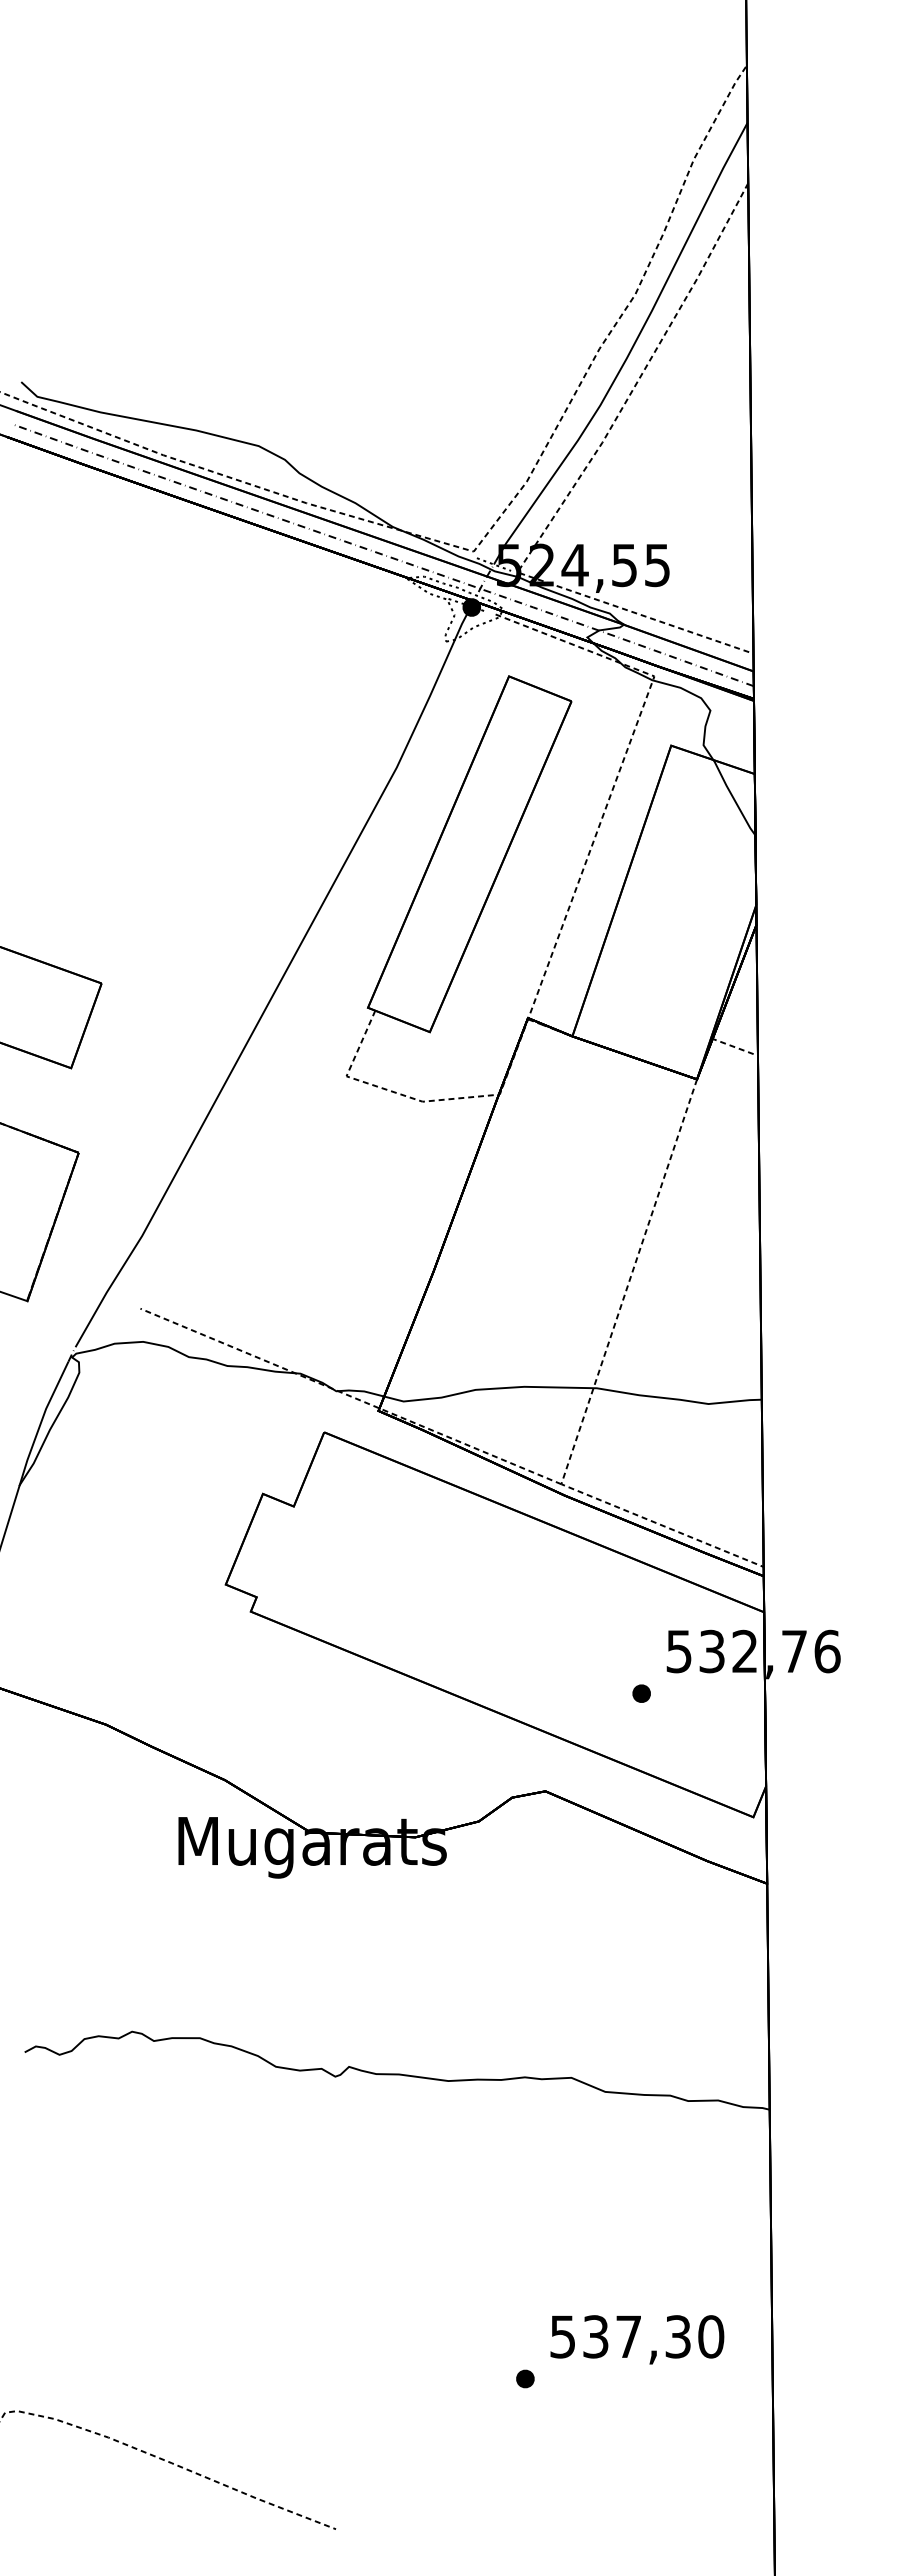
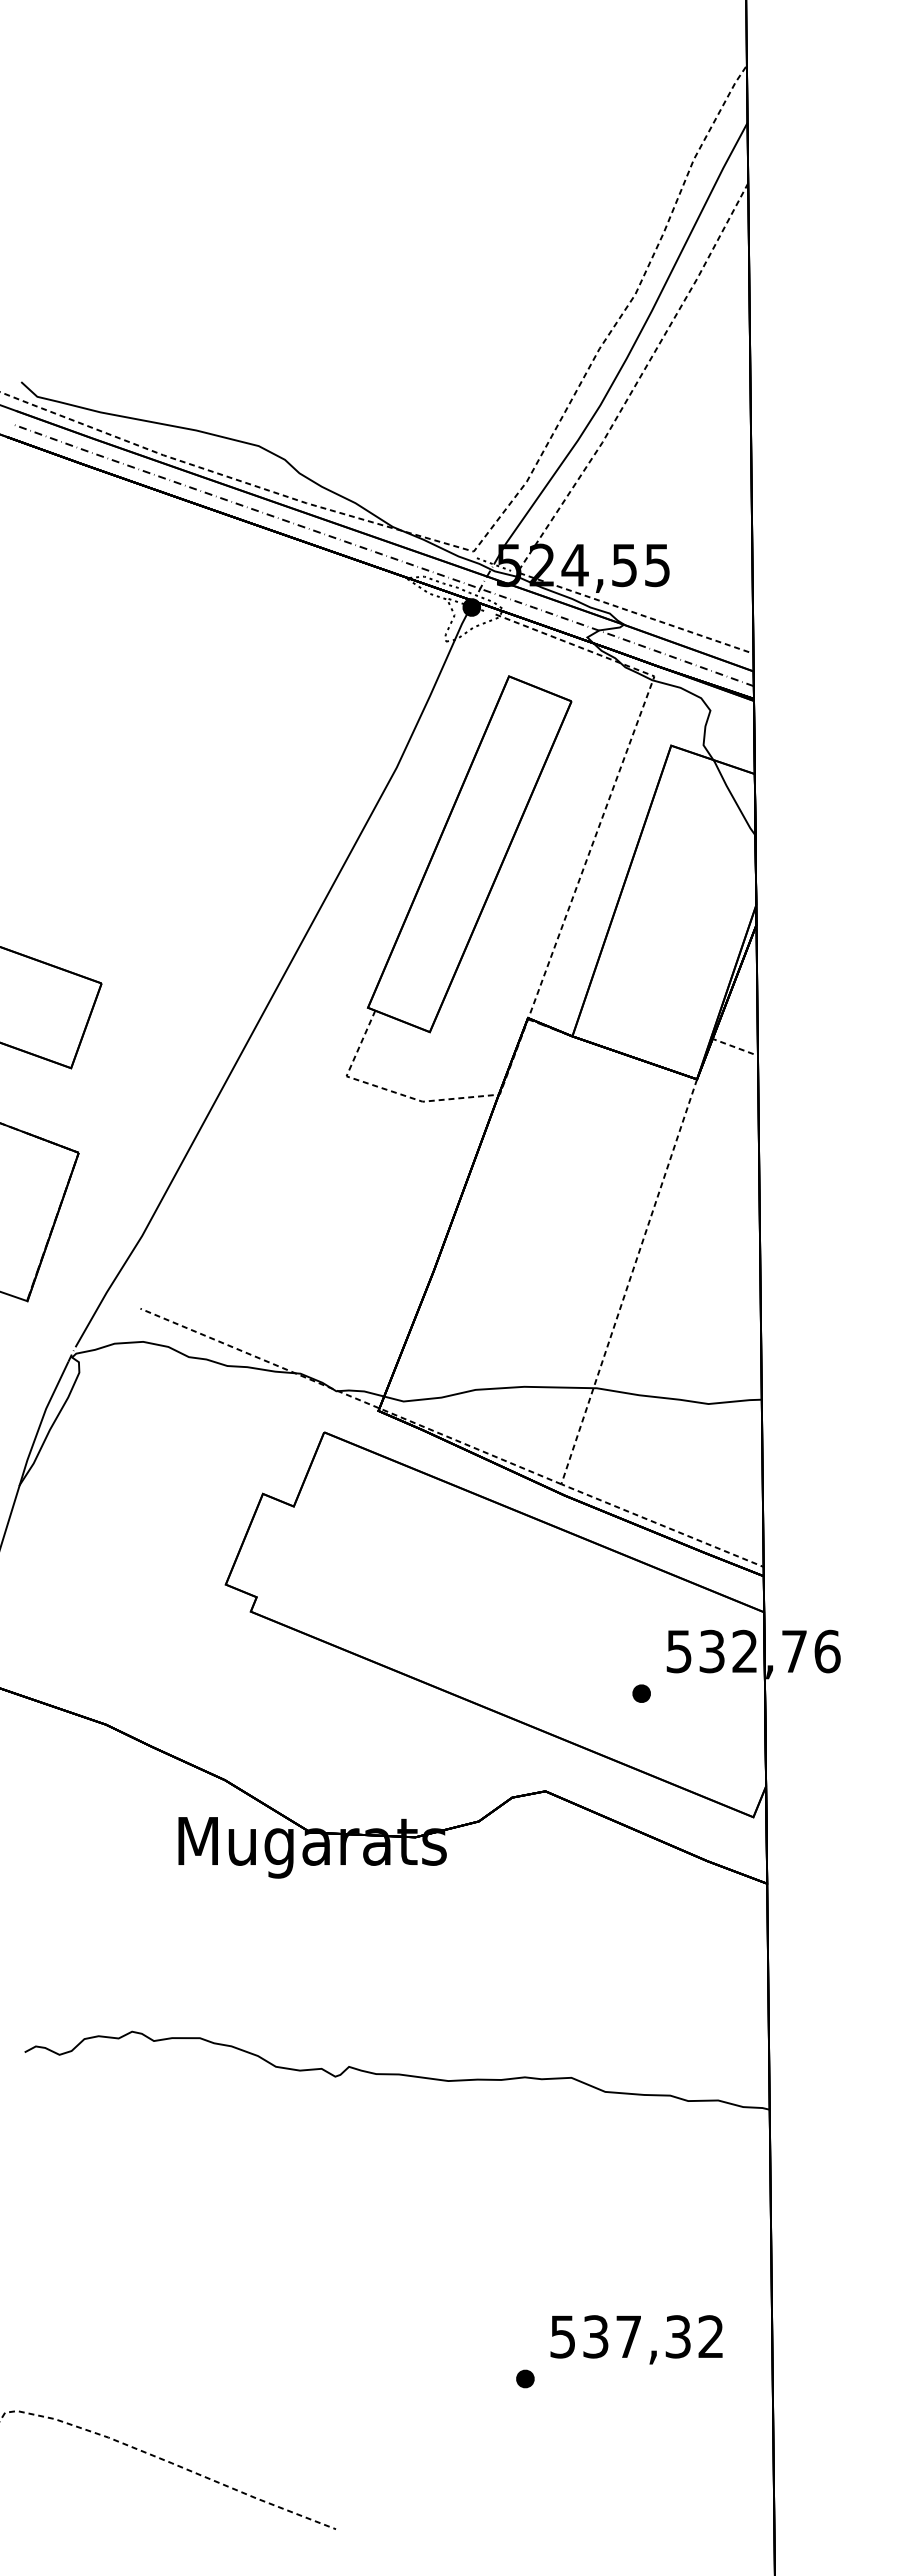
text at (711, 2336): 537,30 -> 537,32
